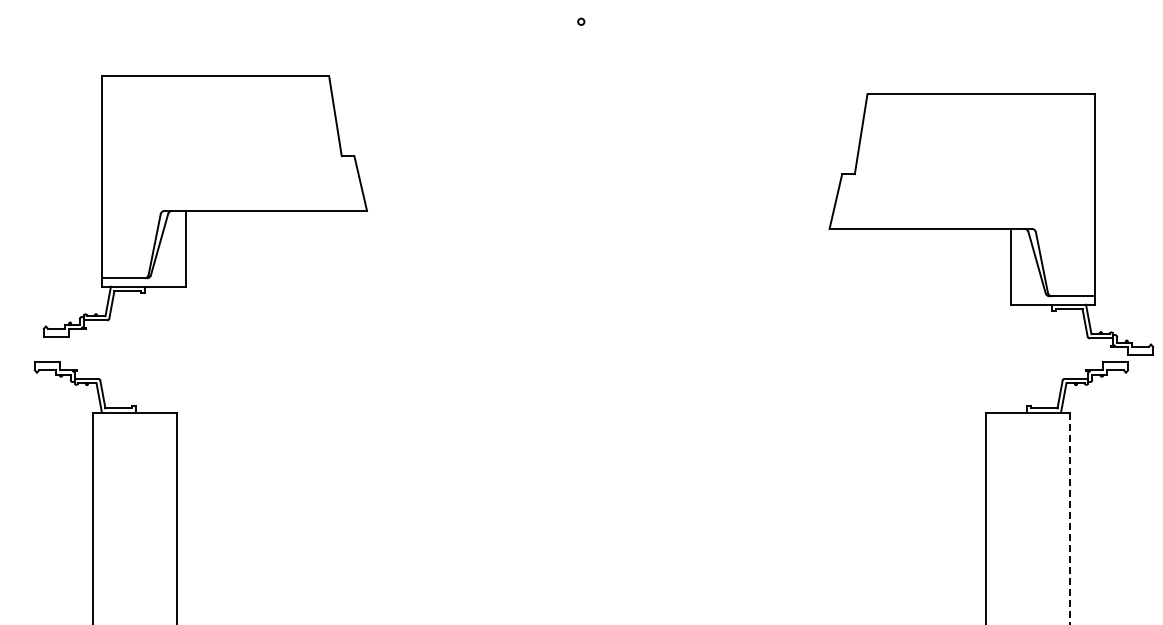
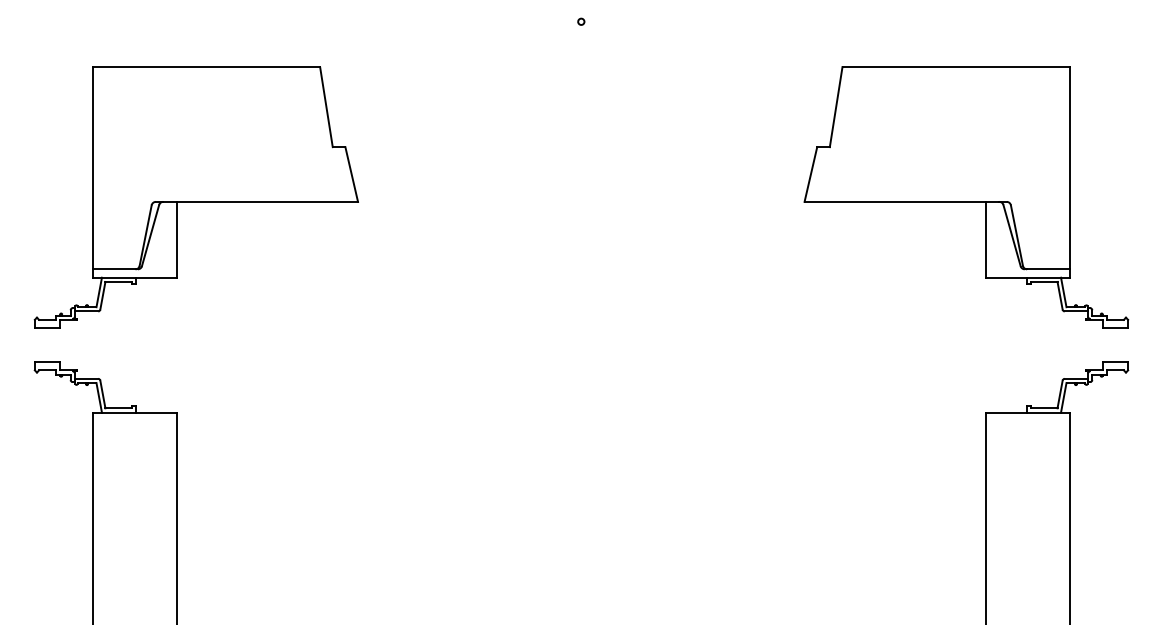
part at (204, 206) position: (204, 206) -> (195, 197)
part at (991, 224) position: (991, 224) -> (966, 197)
line at (1069, 518): dashed -> solid
